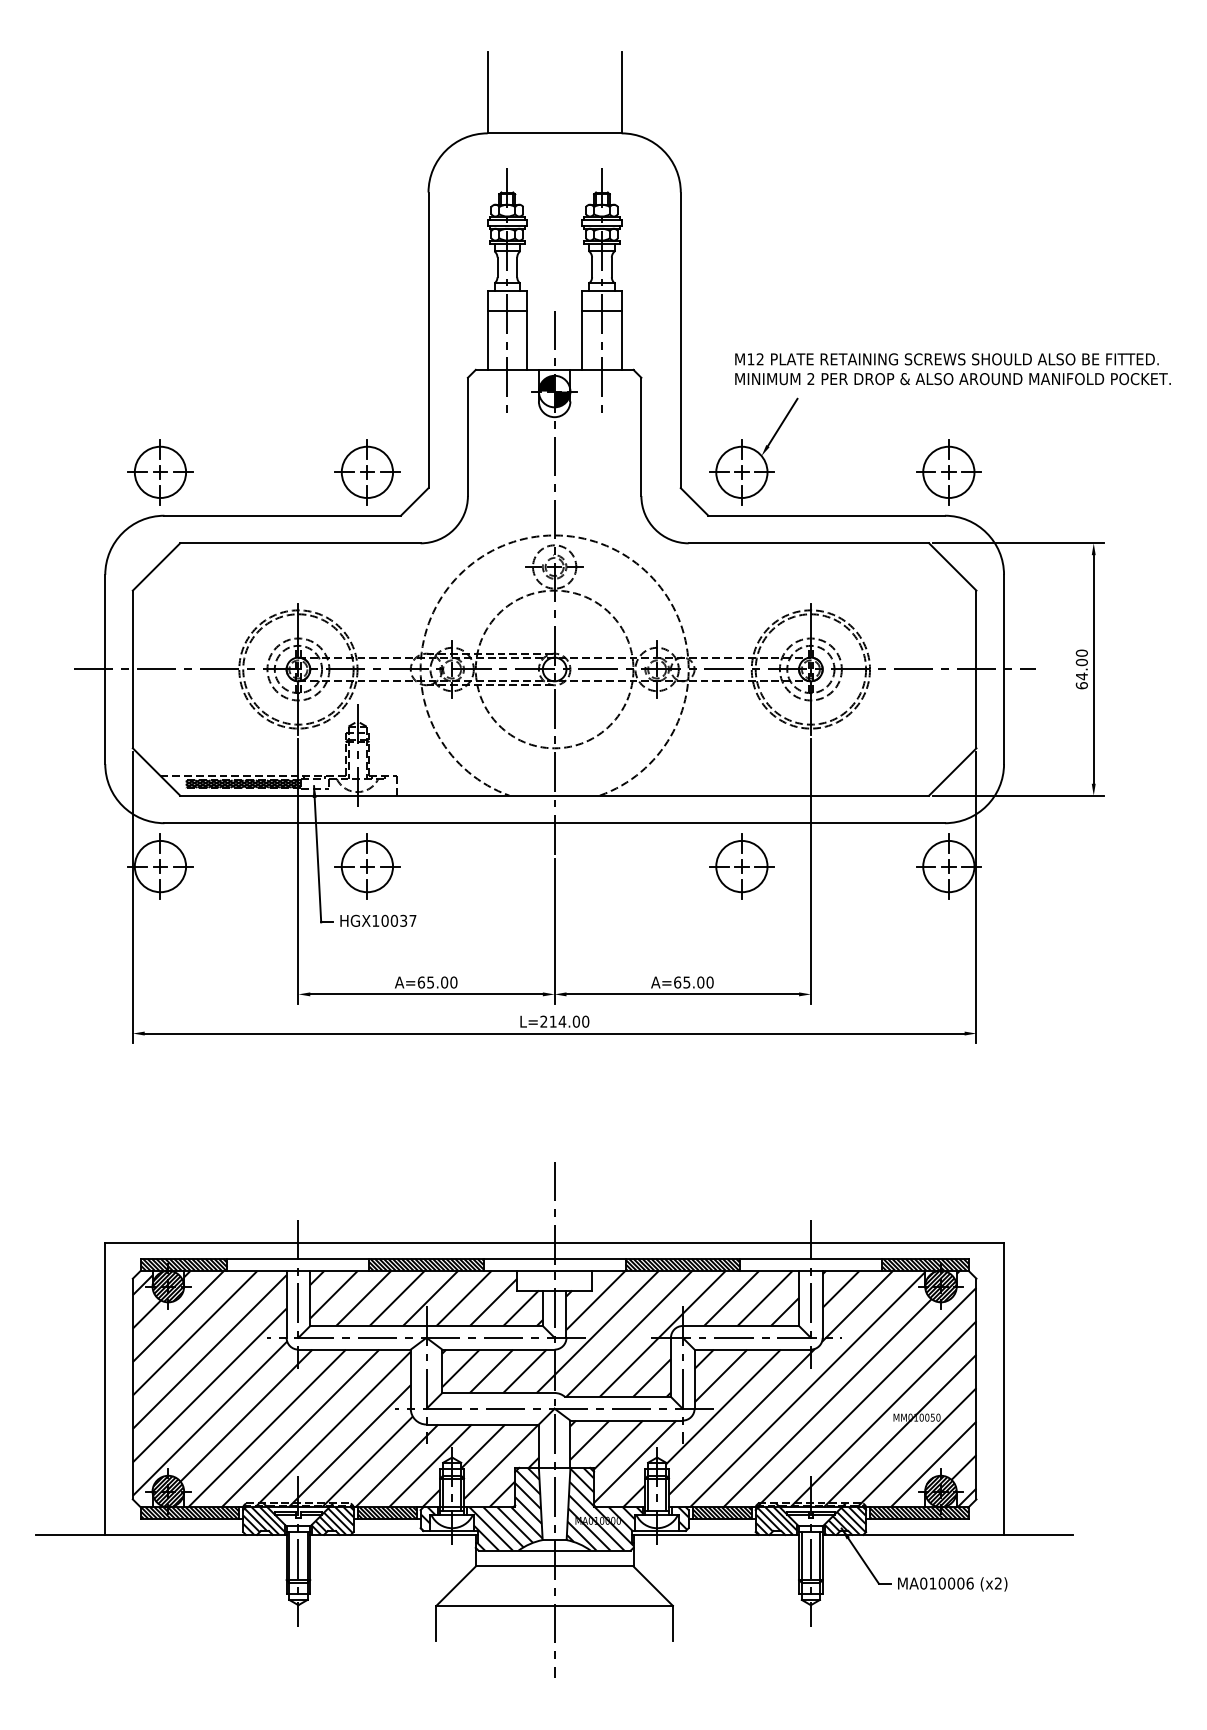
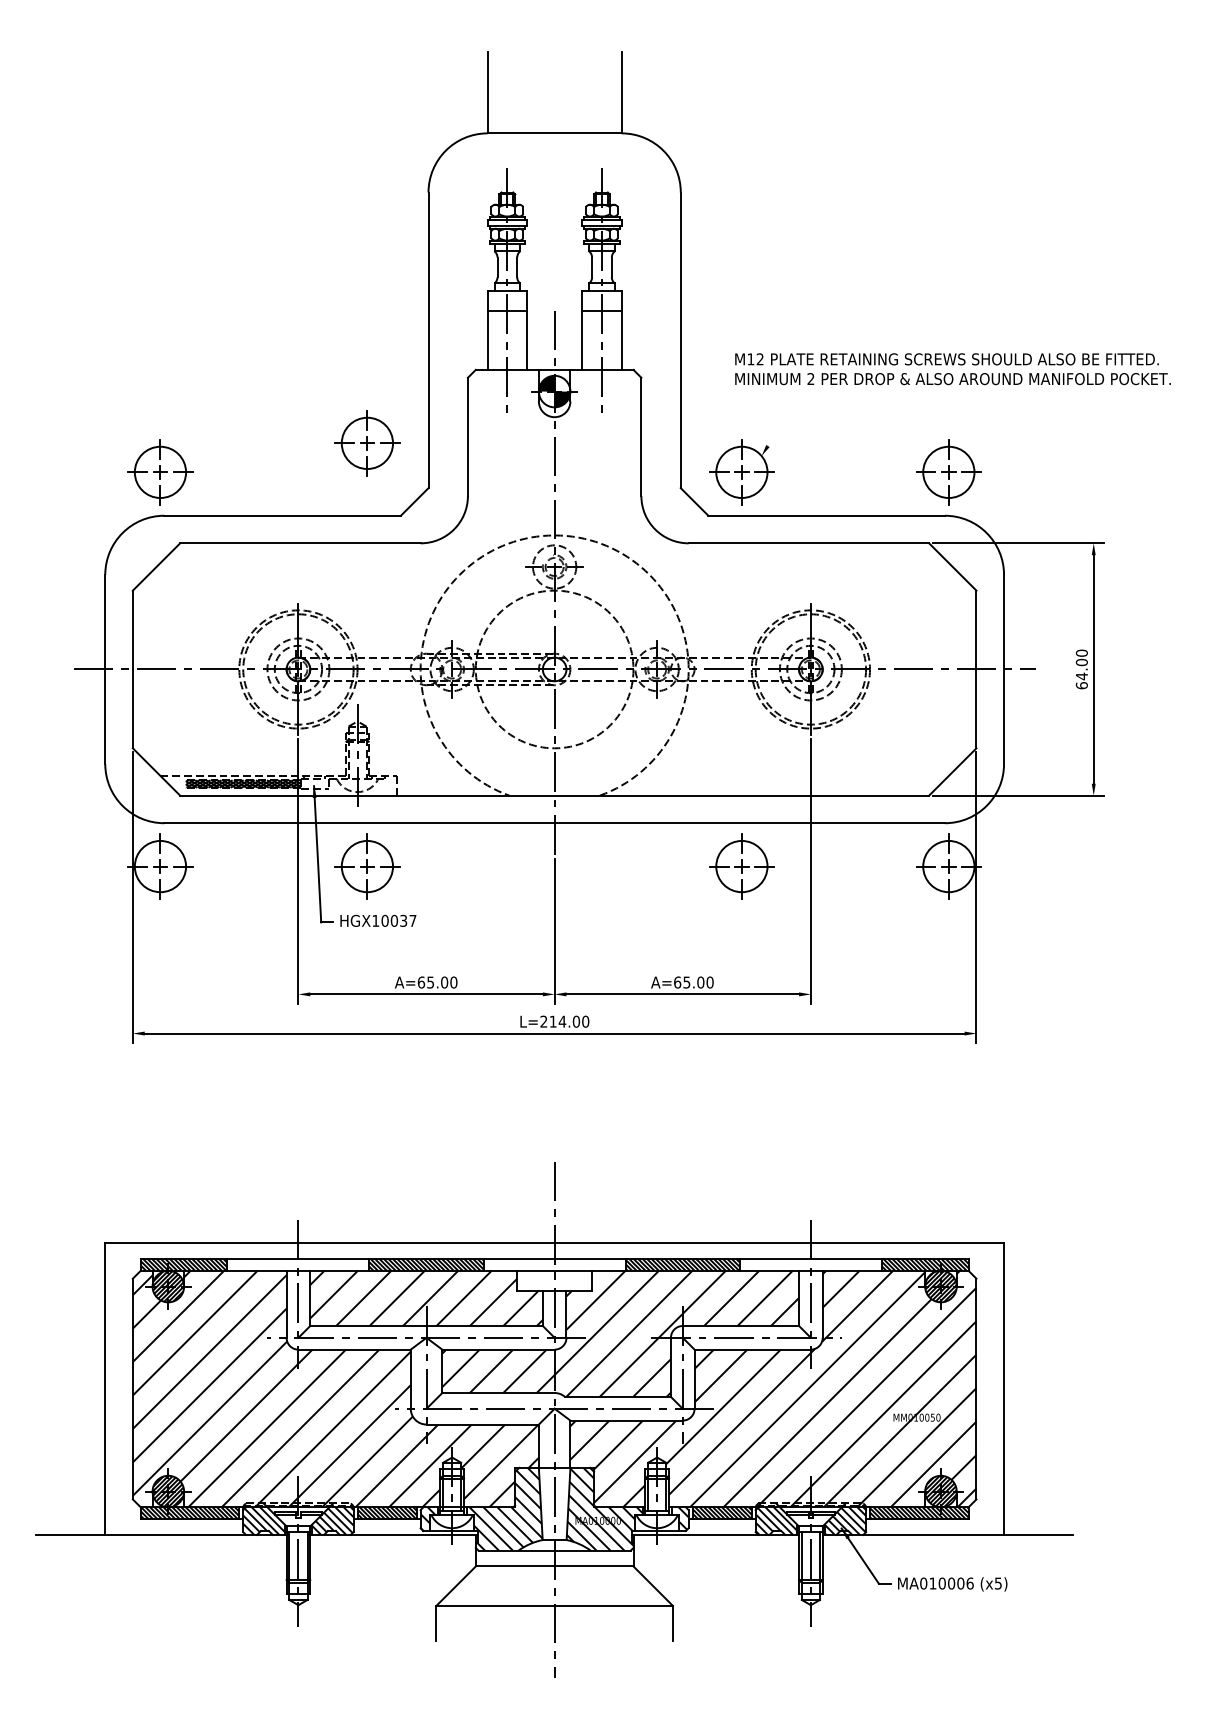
line at (782, 422): present -> none
part at (367, 472) position: (367, 472) -> (367, 443)
text at (998, 1583): (x2) -> (x5)
